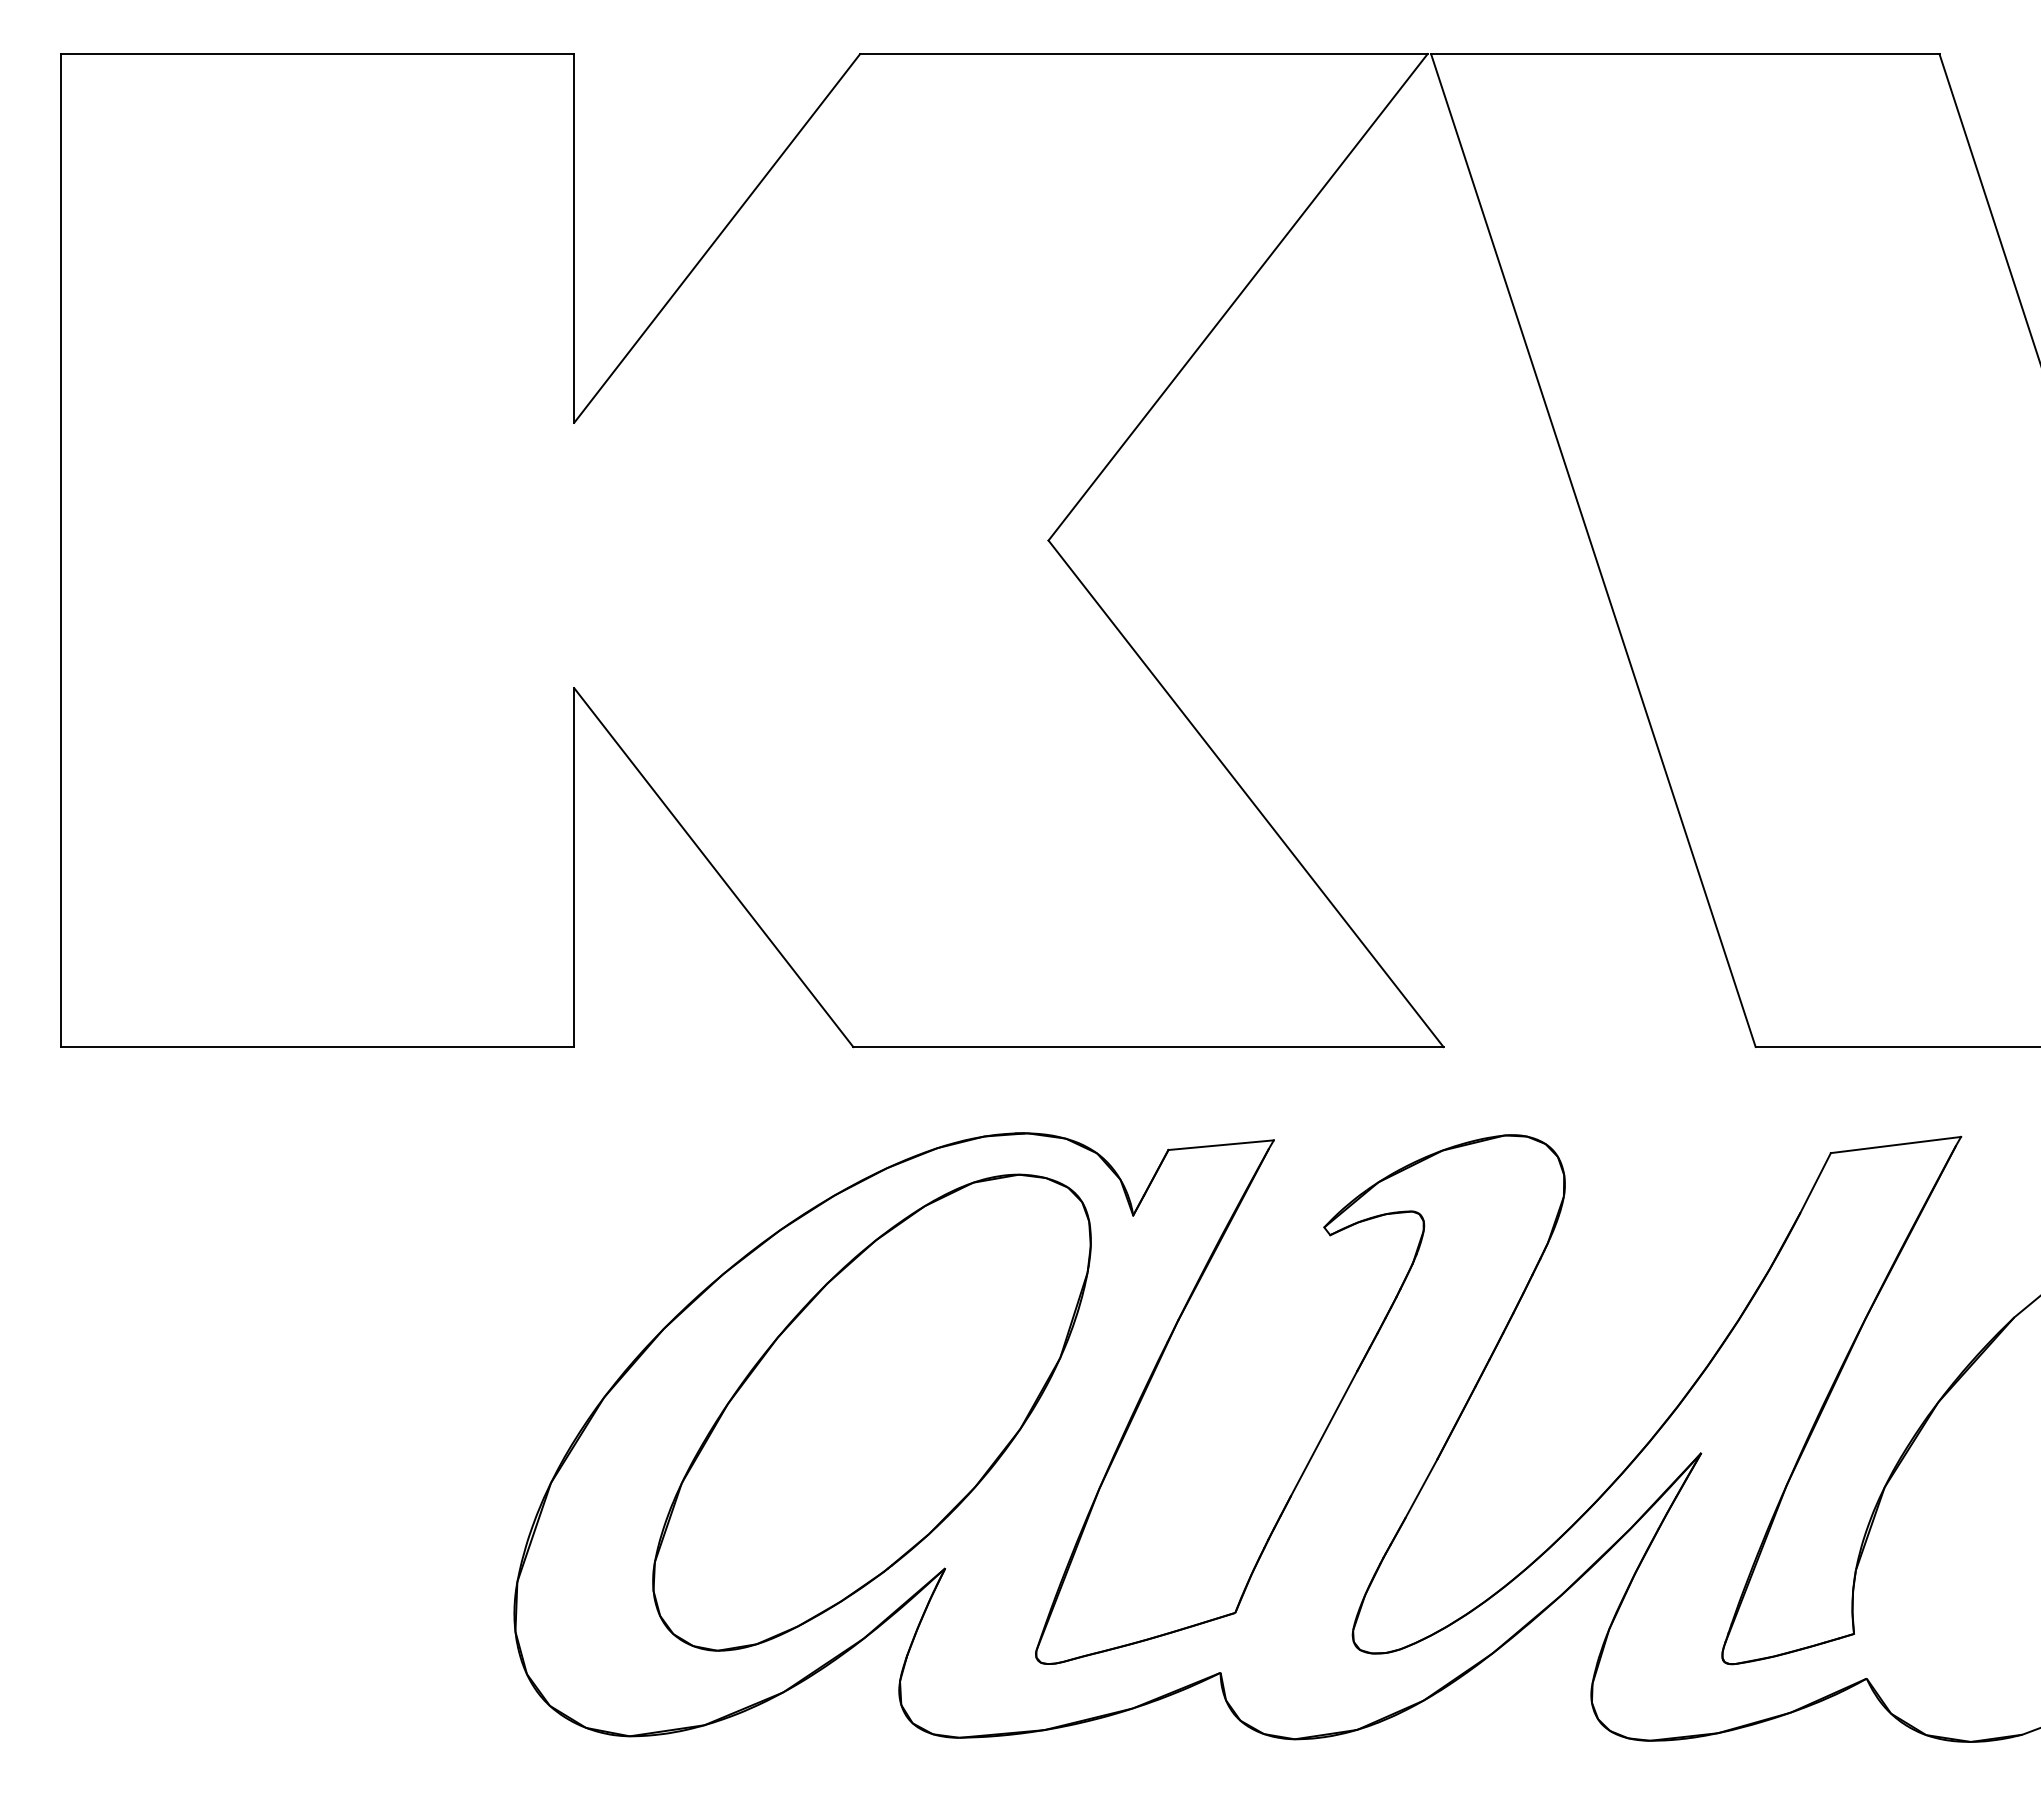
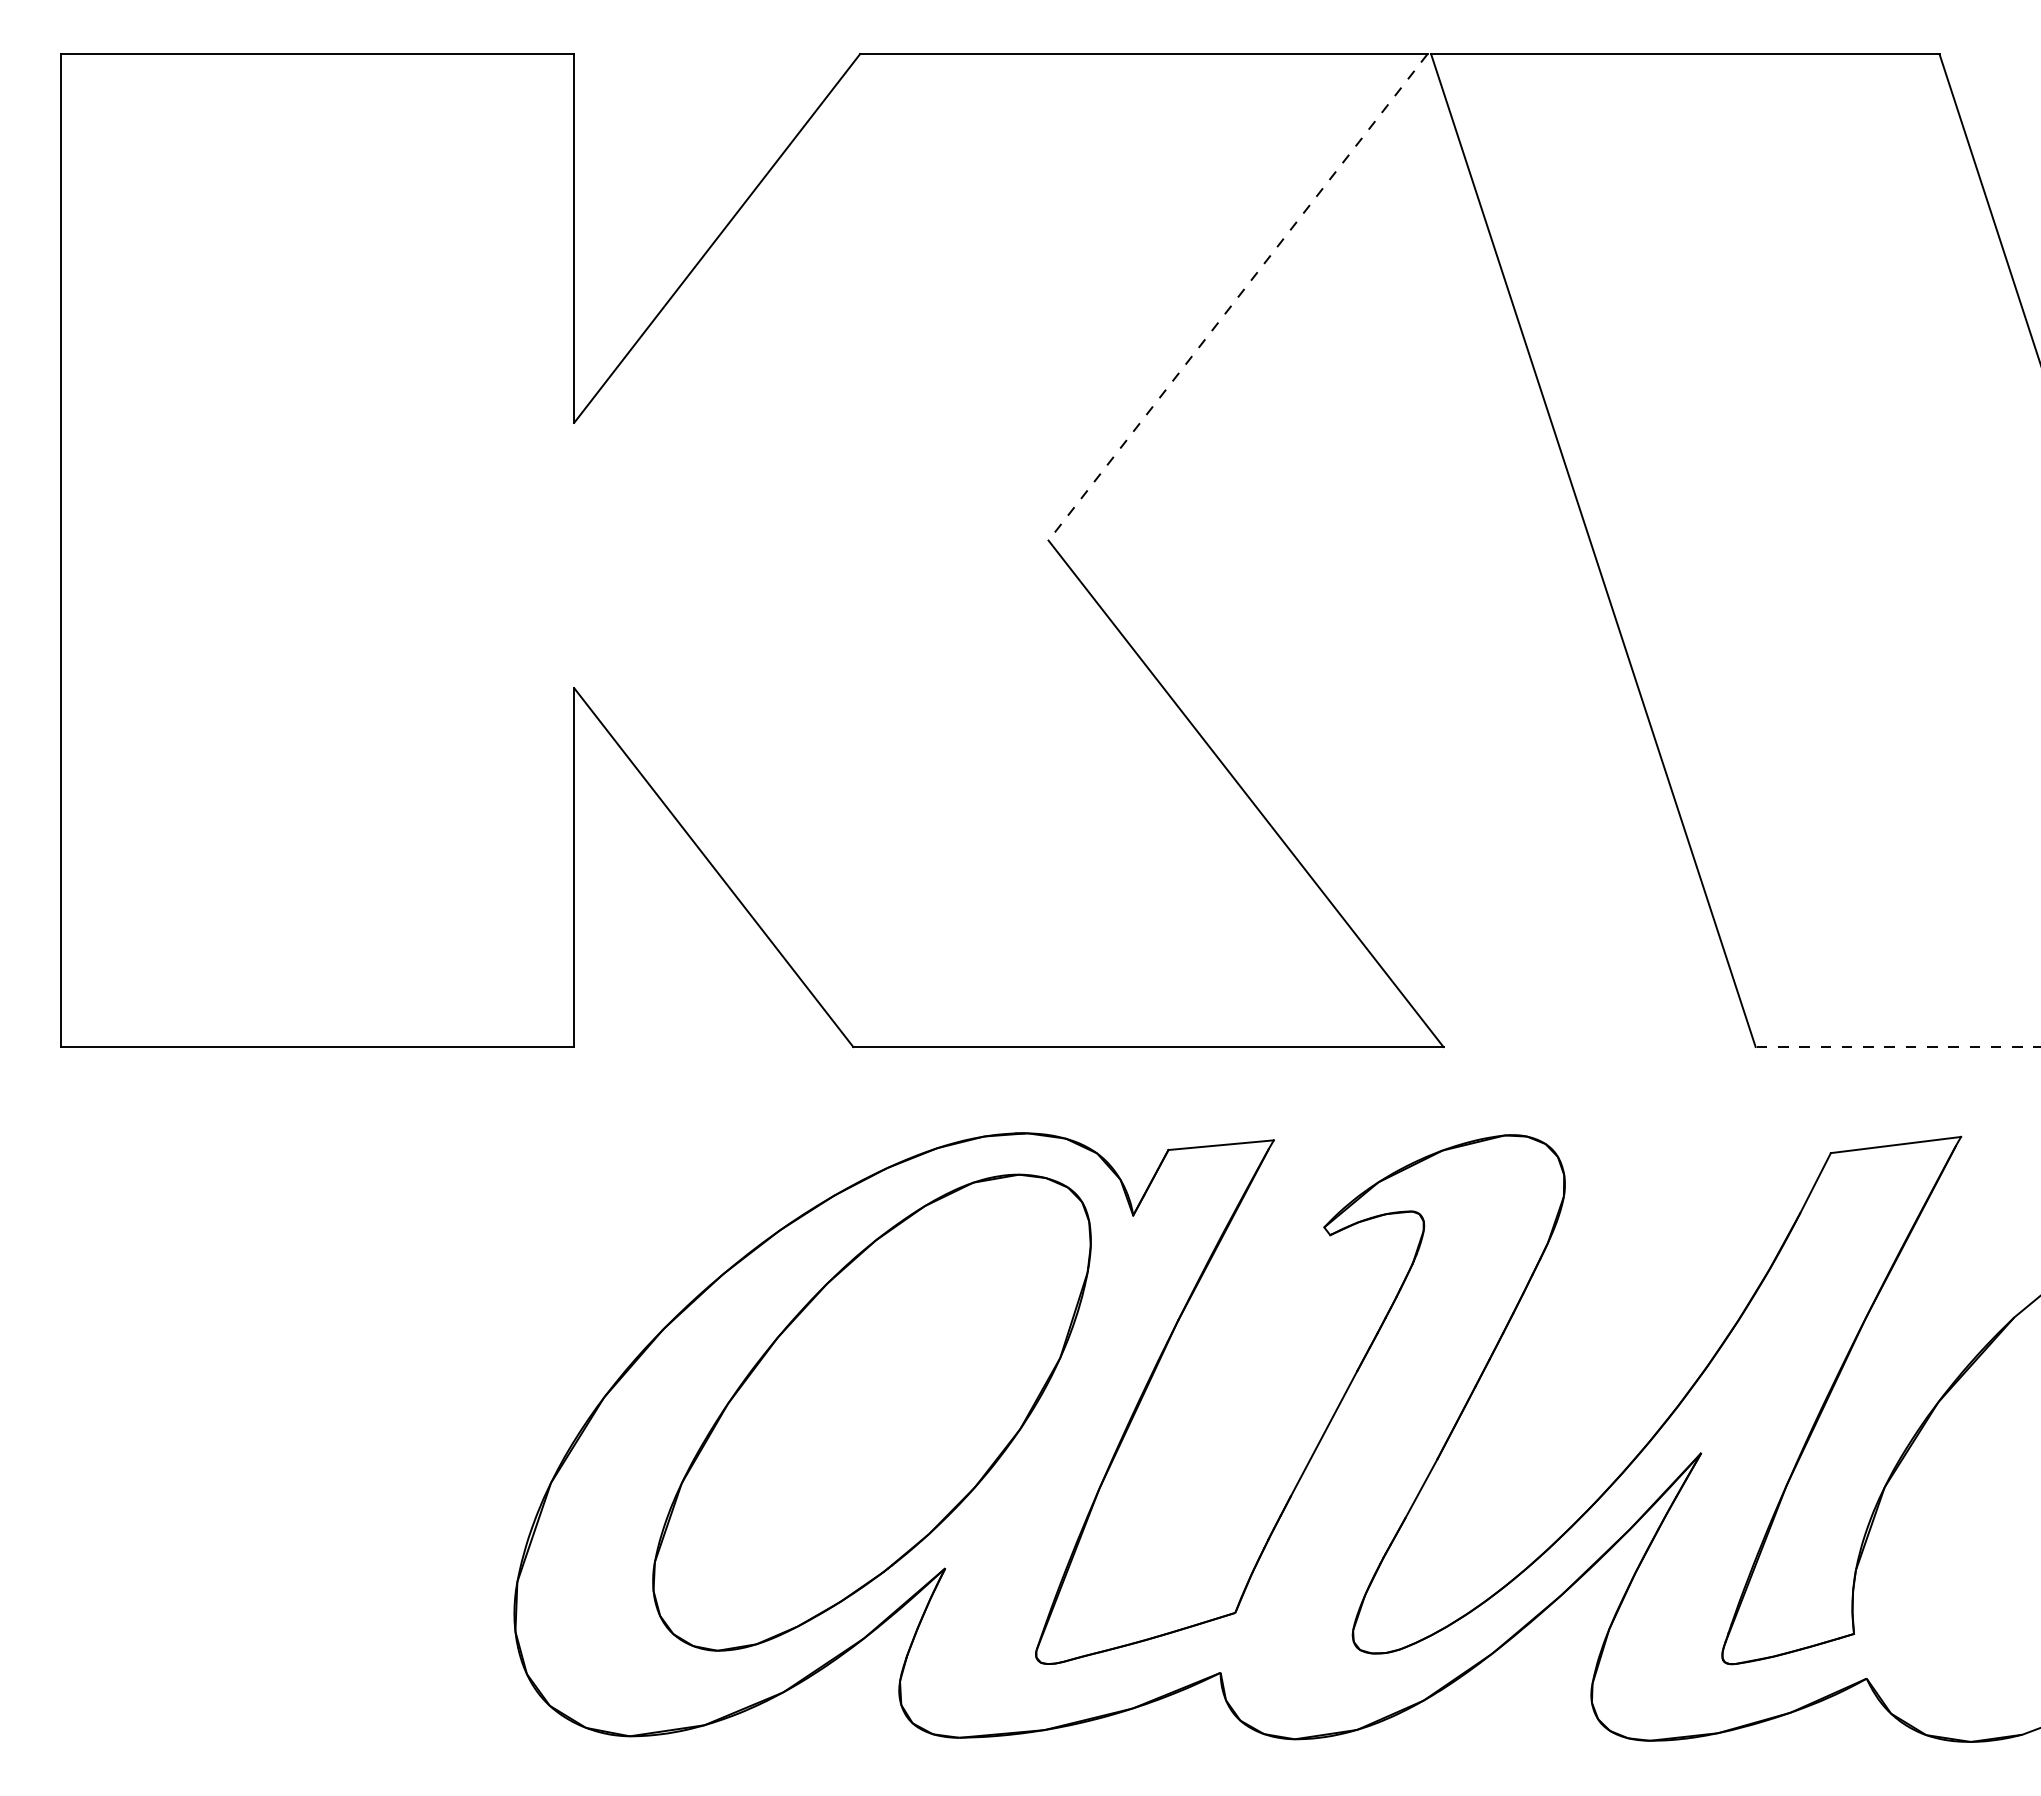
line at (1237, 297): solid -> dashed
line at (1897, 1047): solid -> dashed
